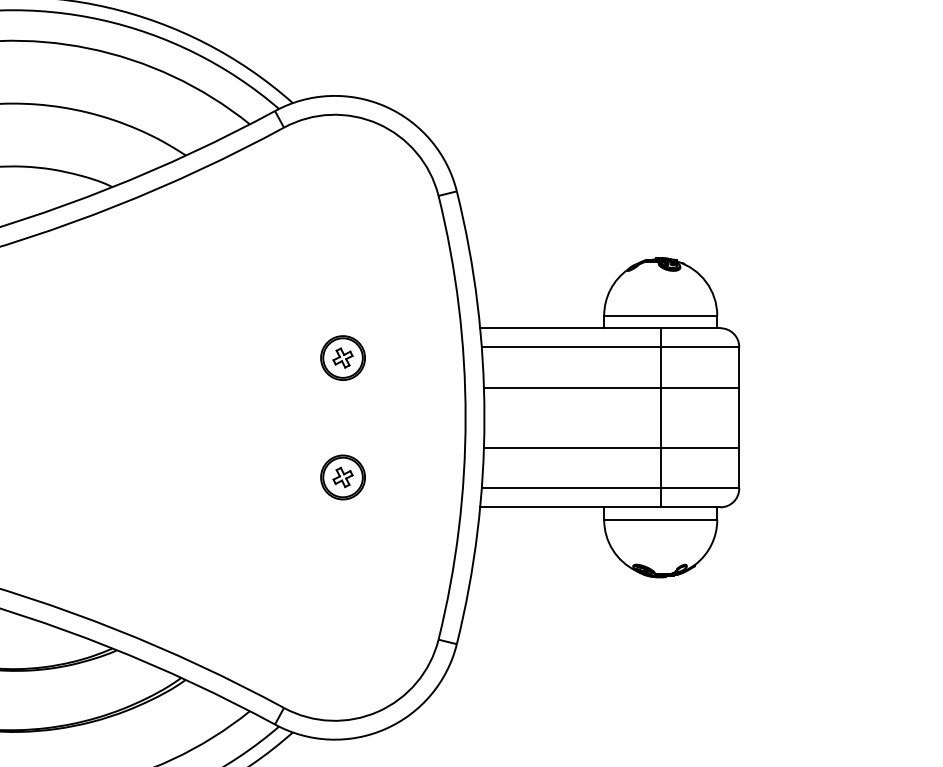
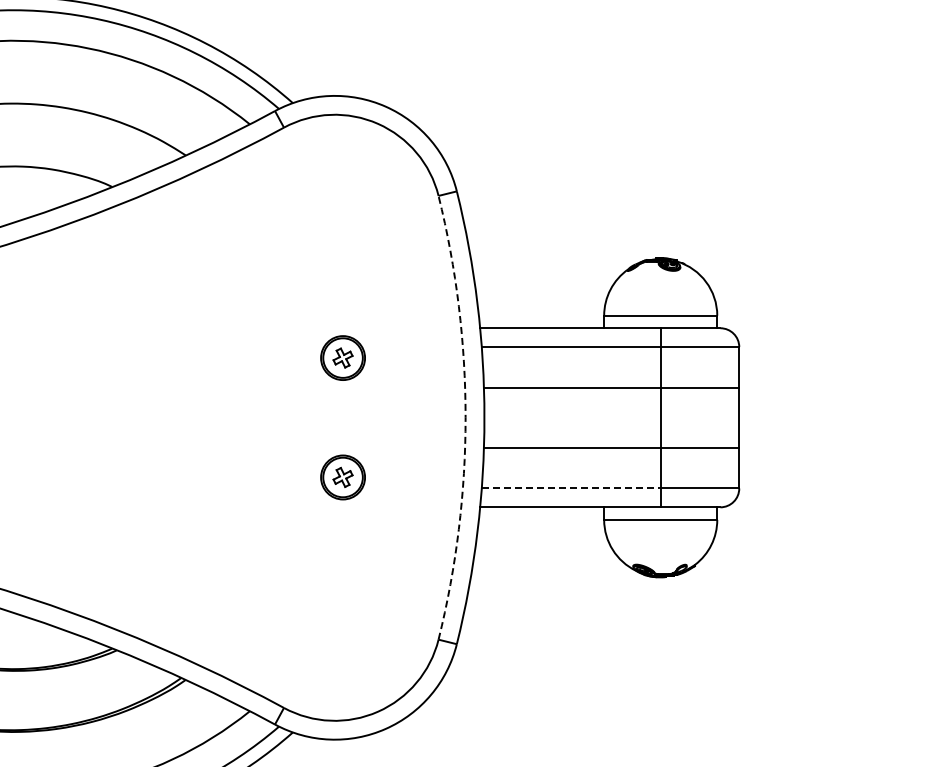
arc at (465, 417): solid -> dashed
line at (571, 488): solid -> dashed
